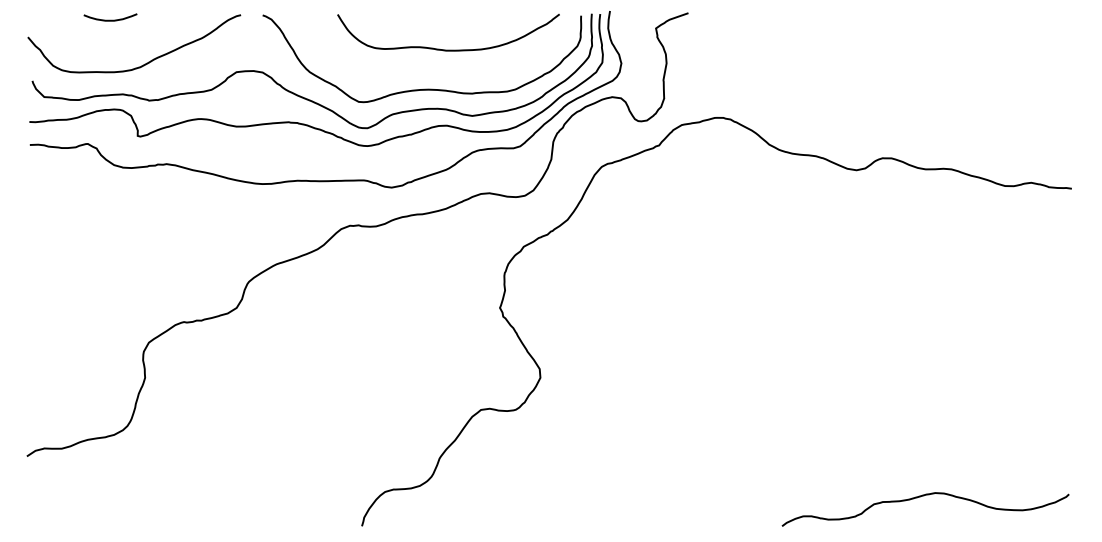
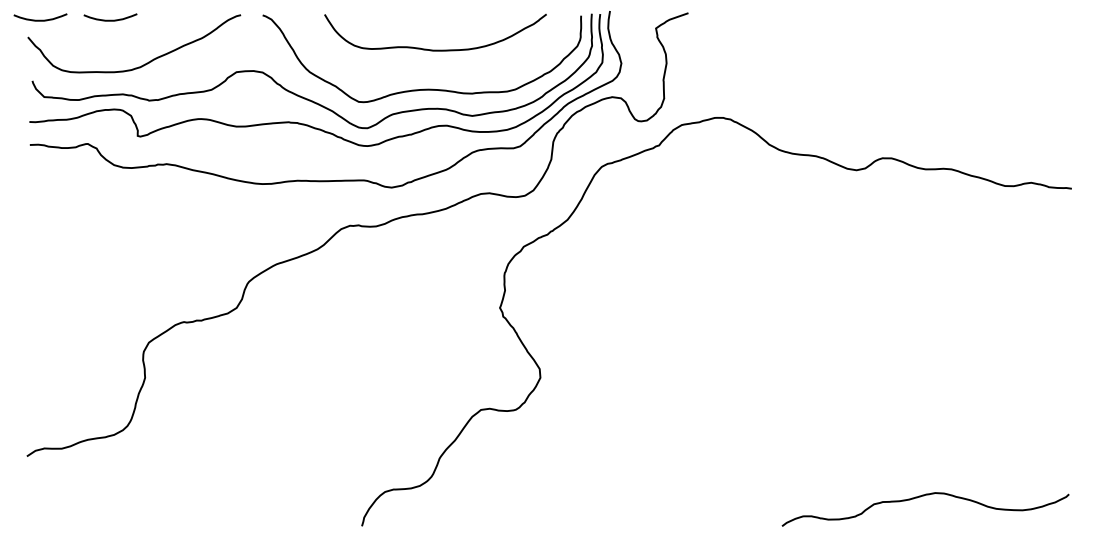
curve at (40, 19): none -> present
curve at (448, 49) position: (448, 49) -> (435, 49)
